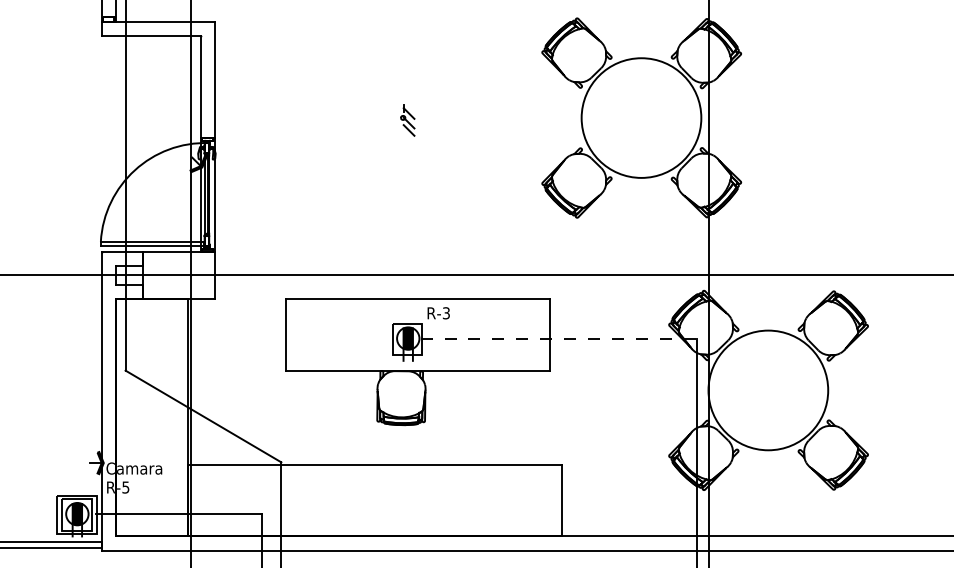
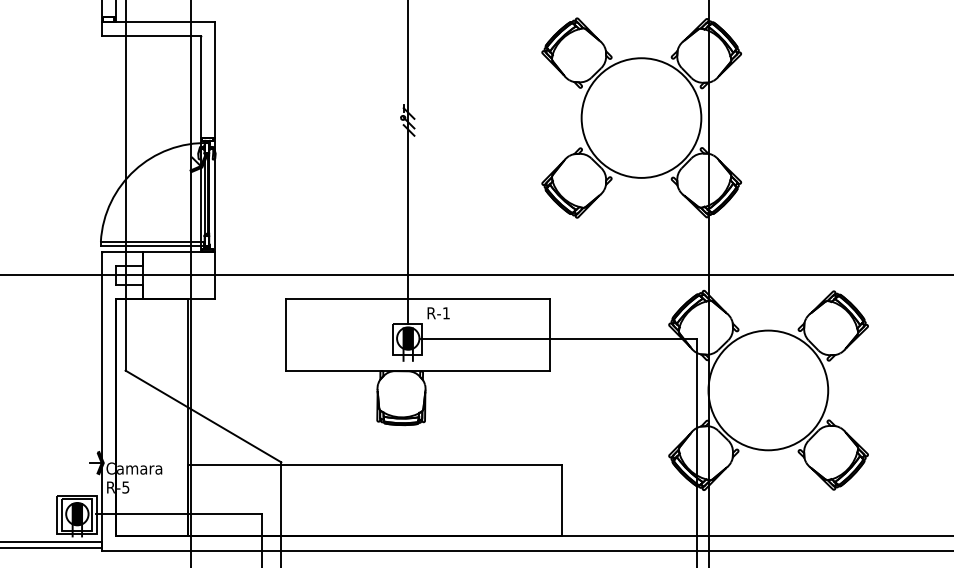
line at (408, 163): none -> present
text at (445, 313): R-3 -> R-1
line at (559, 339): dashed -> solid
